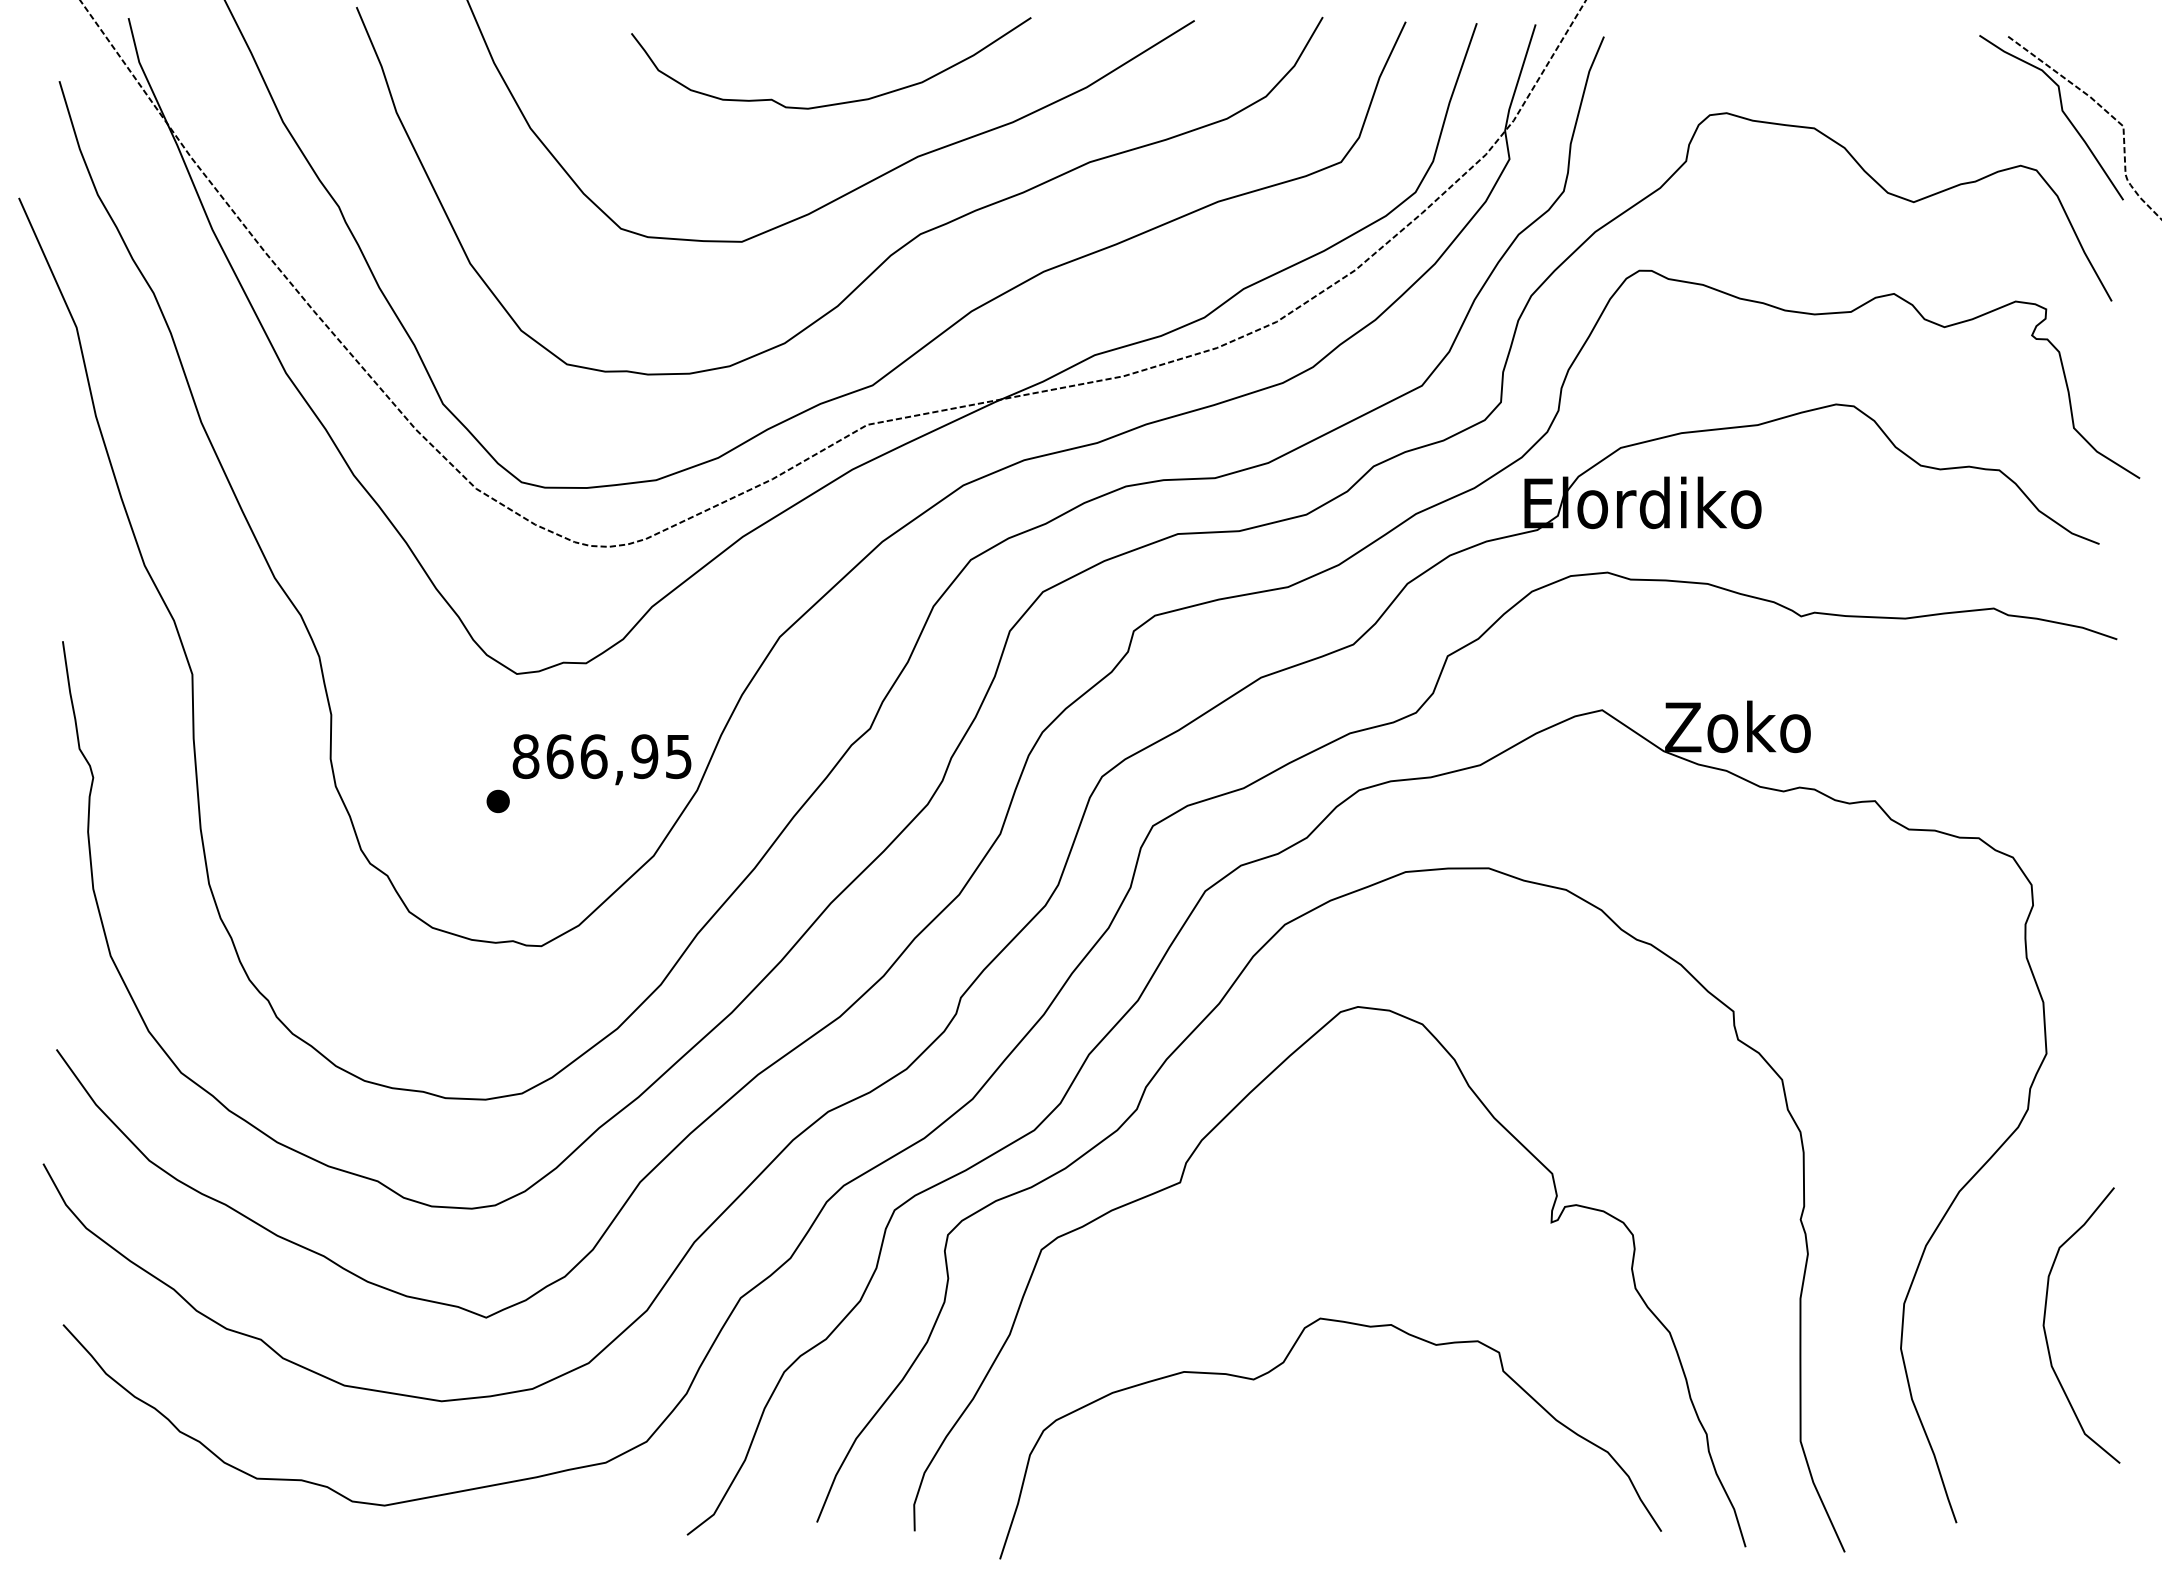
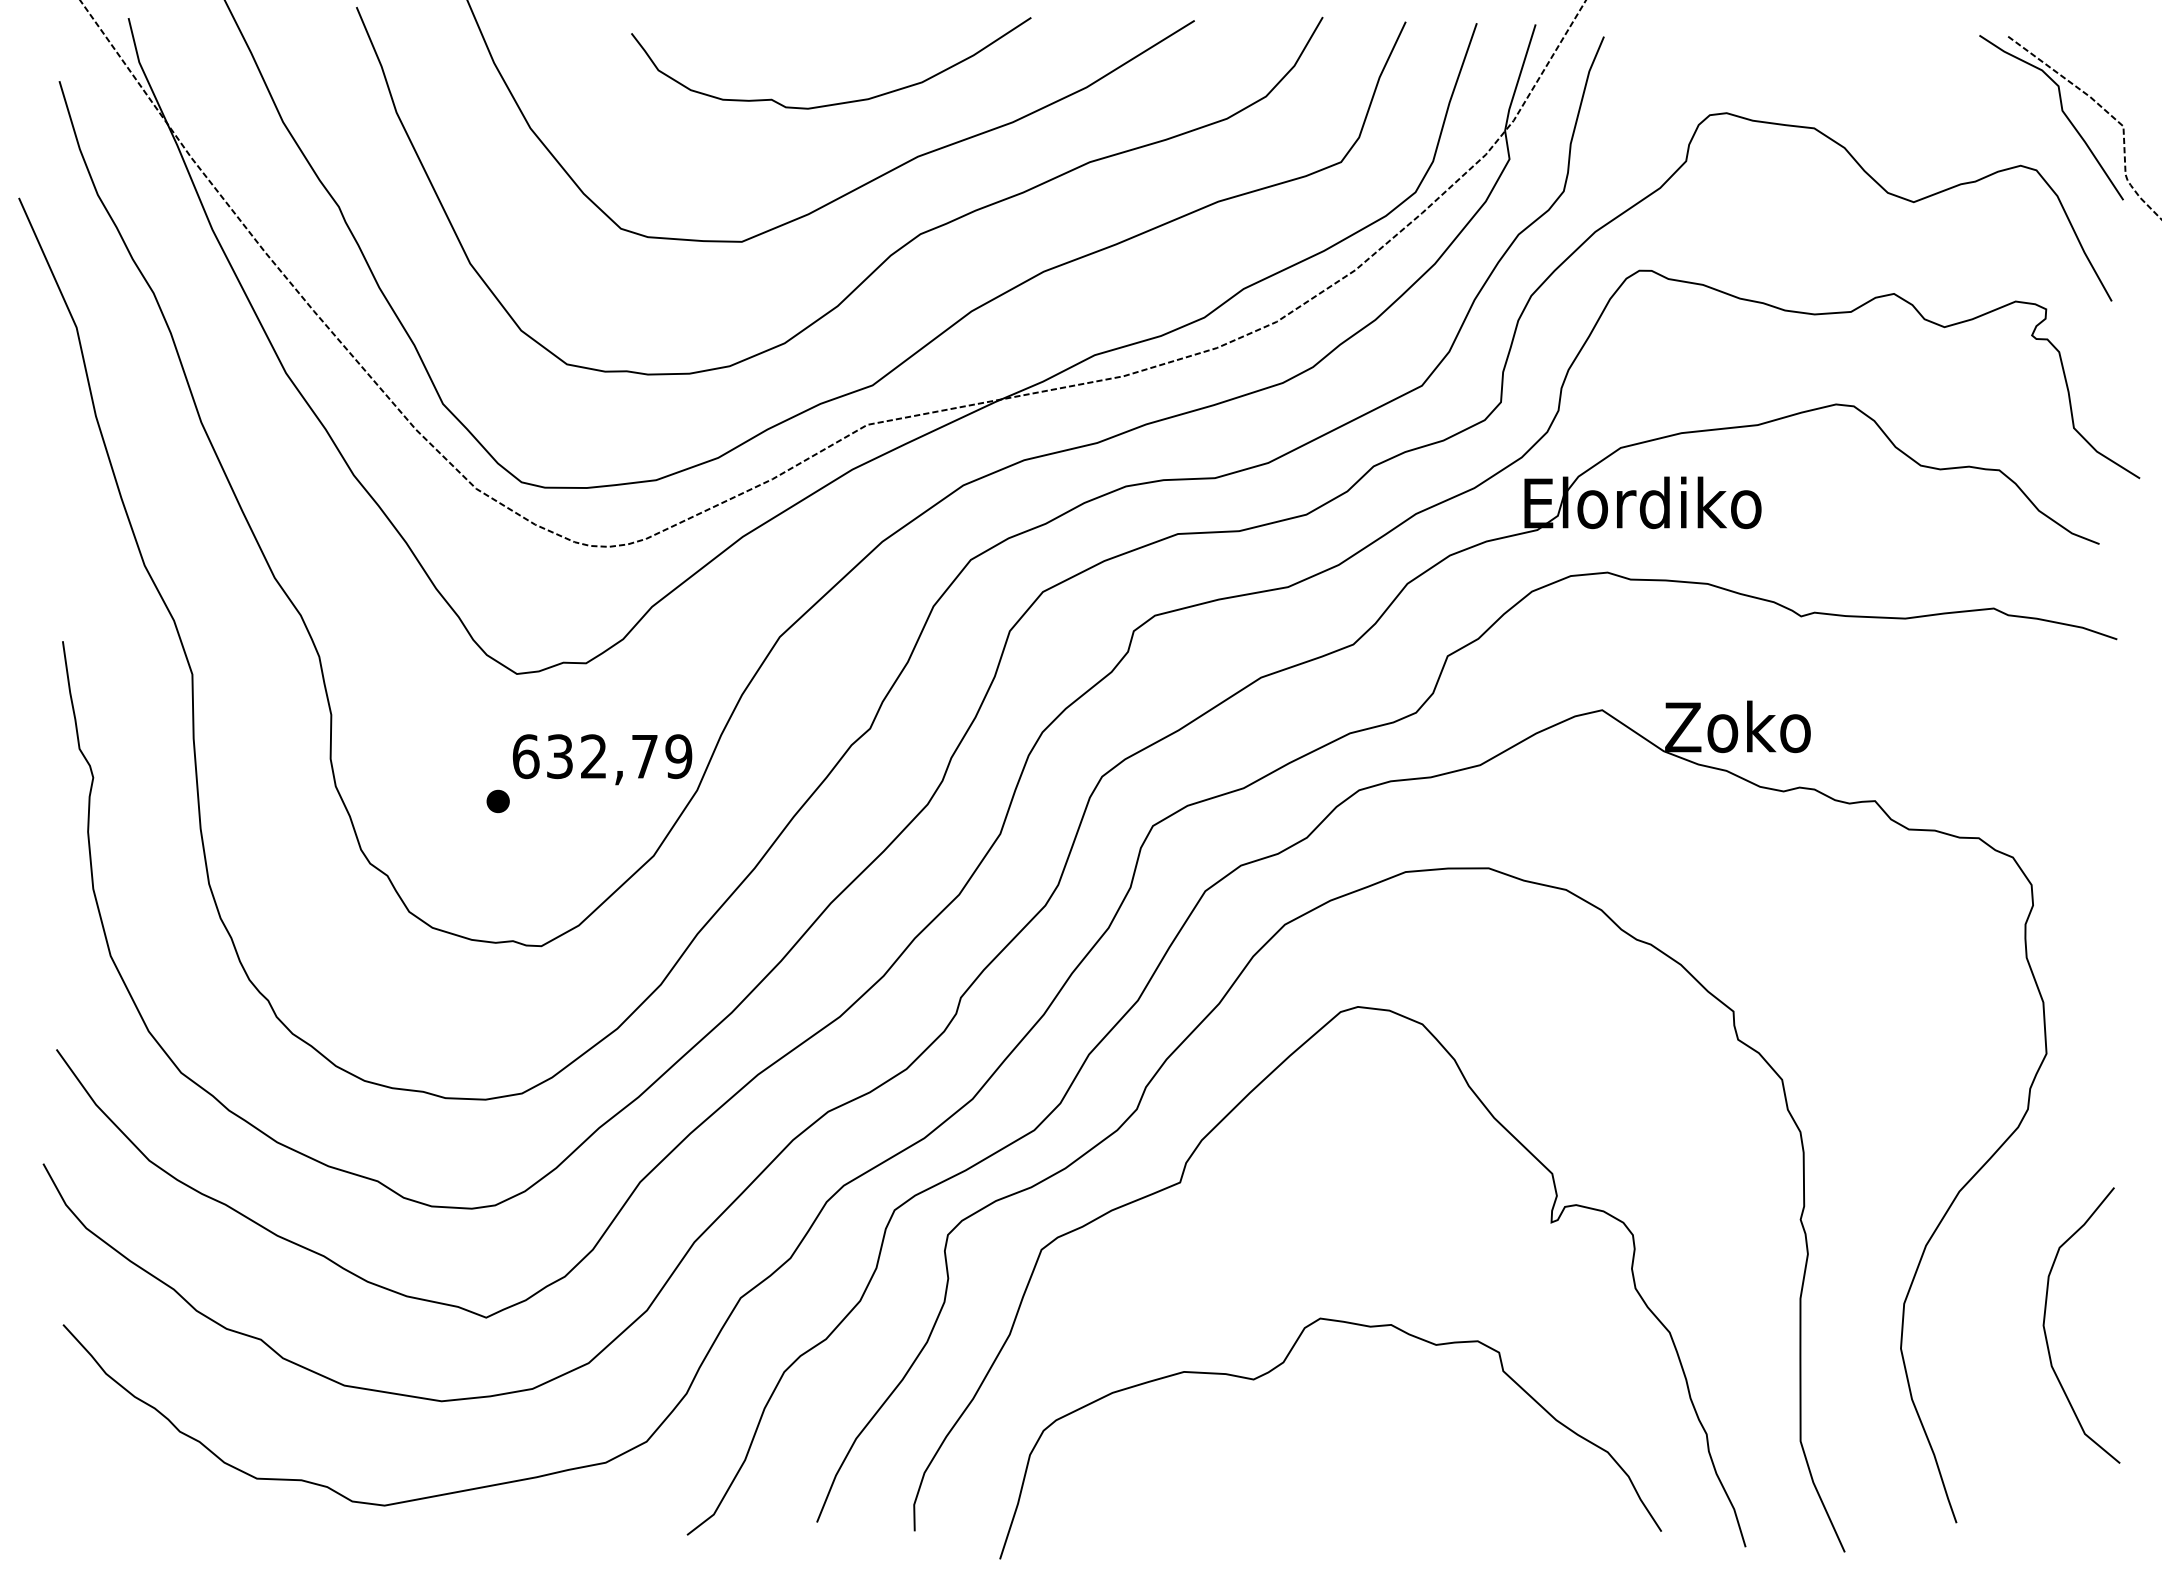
text at (602, 756): 866,95 -> 632,79
